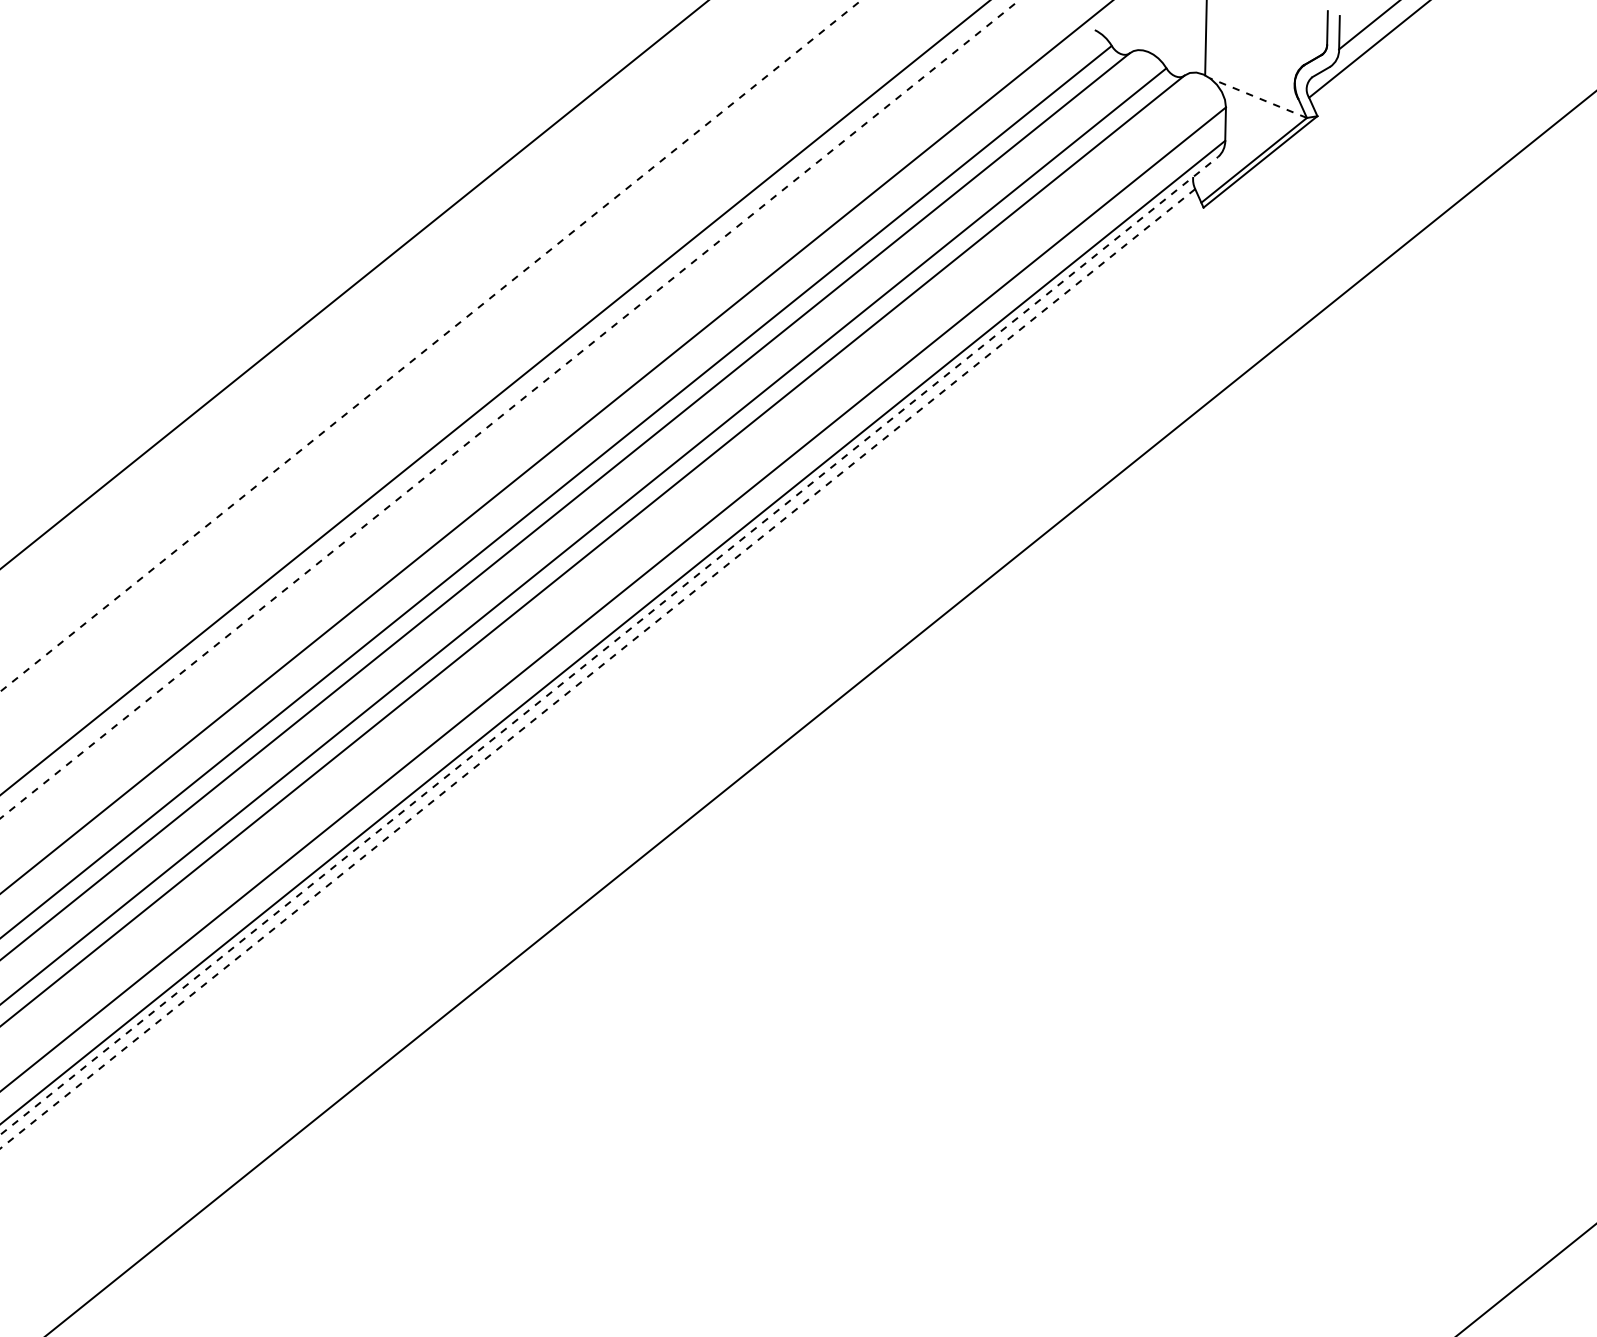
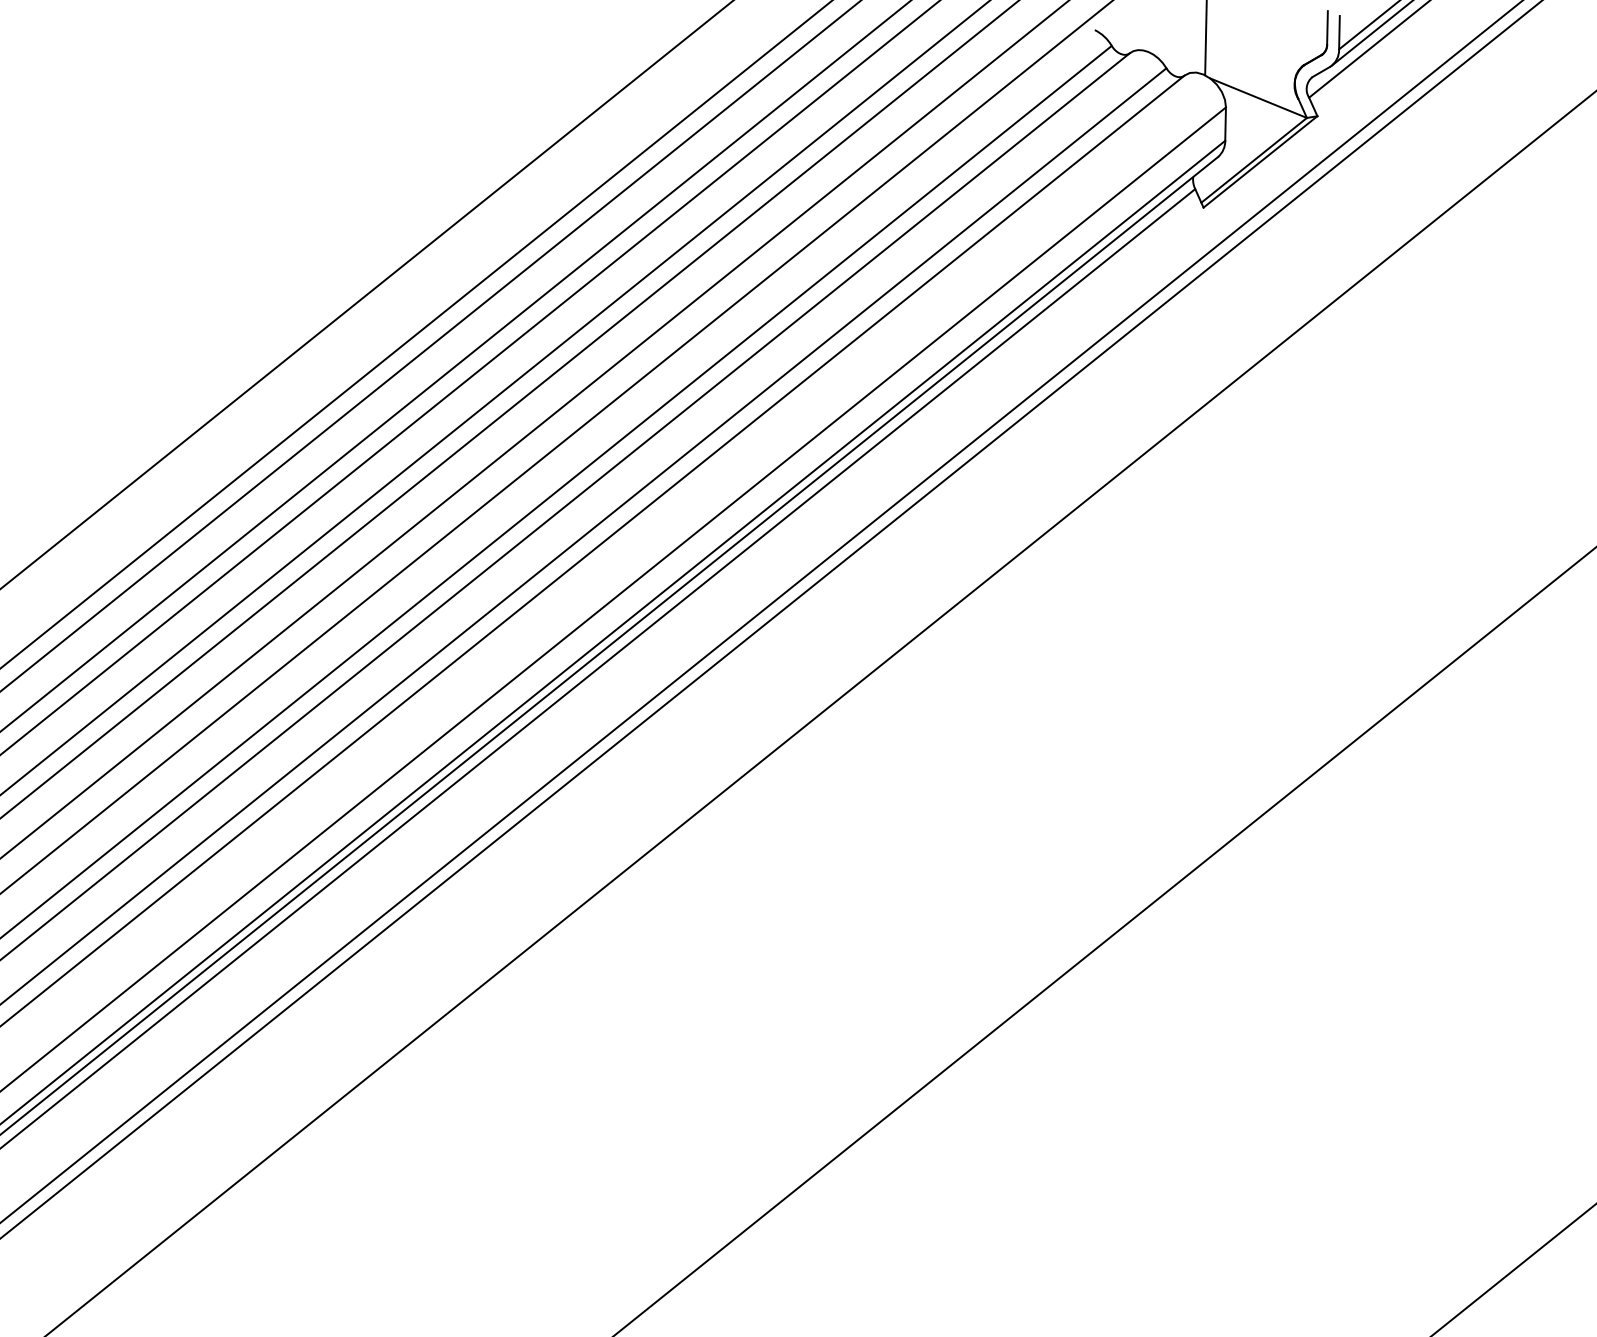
line at (1371, 33): none -> present
line at (1258, 98): dashed -> solid
line at (354, 284) position: (354, 284) -> (366, 294)
line at (416, 334): none -> present
line at (430, 346): dashed -> solid
line at (455, 366): none -> present
line at (469, 377): none -> present
line at (509, 409): dashed -> solid
line at (534, 429): none -> present
line at (761, 611): none -> present
line at (771, 619): none -> present
line at (609, 645): dashed -> solid
line at (598, 668): dashed -> solid
line at (1104, 941): none -> present
line at (1526, 1279) position: (1526, 1279) -> (1513, 1269)
